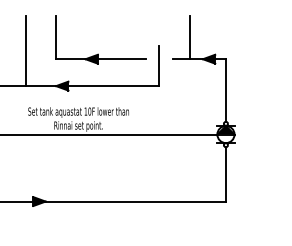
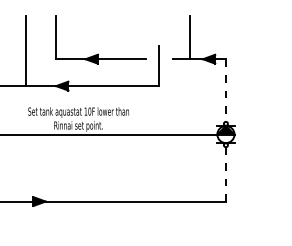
line at (225, 91): solid -> dashed
line at (225, 174): solid -> dashed
